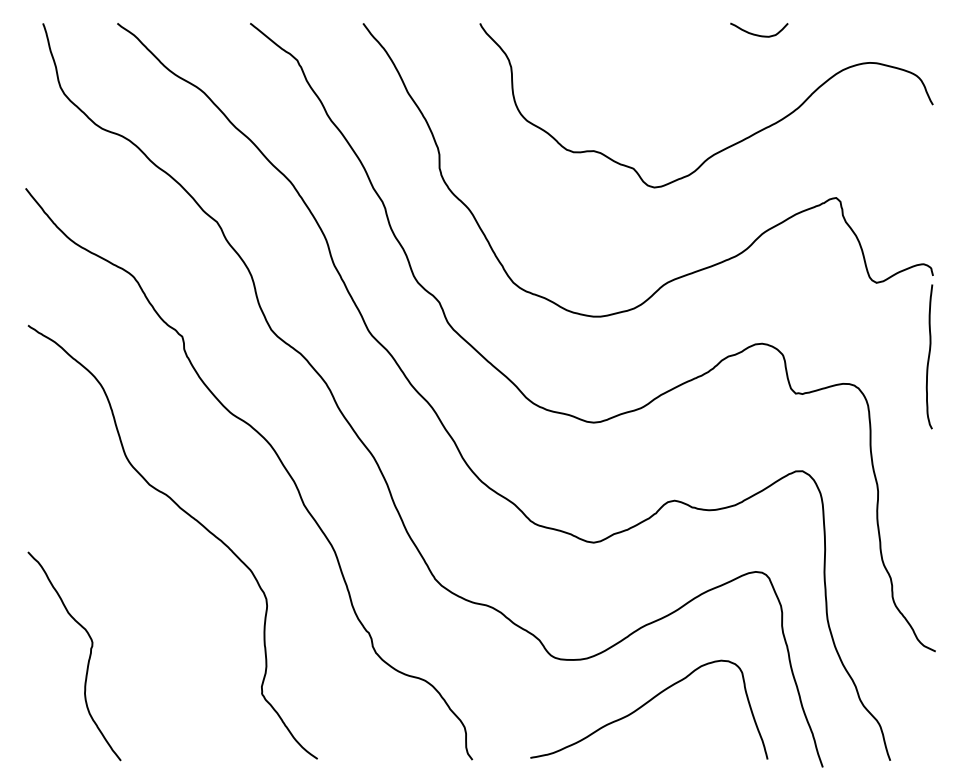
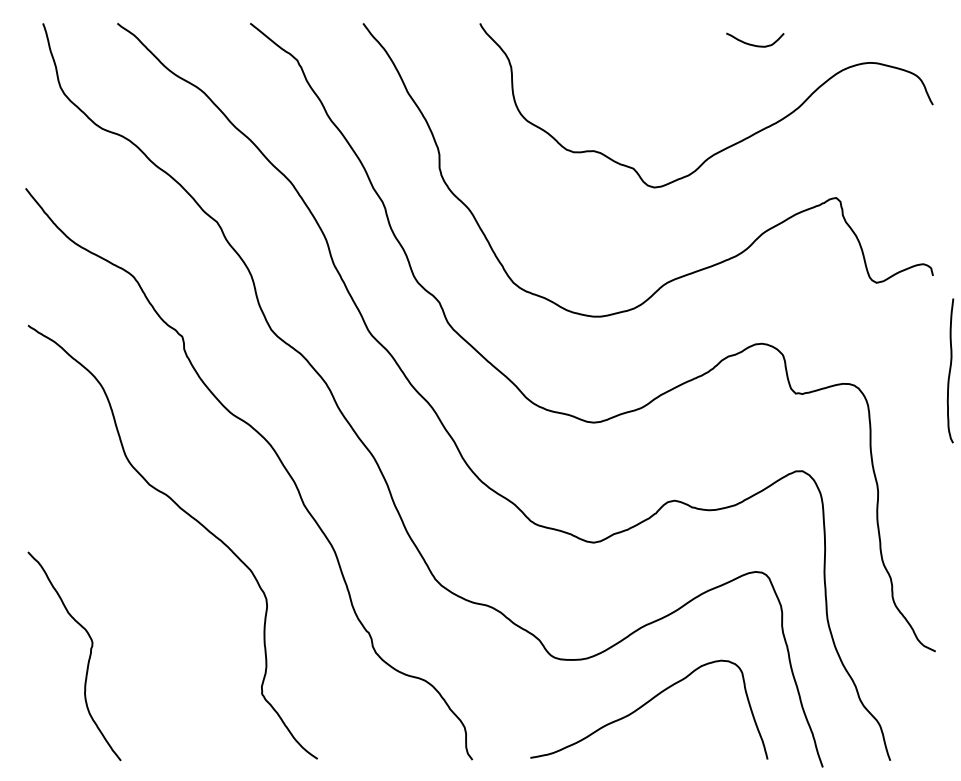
curve at (758, 34) position: (758, 34) -> (754, 44)
curve at (929, 356) position: (929, 356) -> (950, 370)
